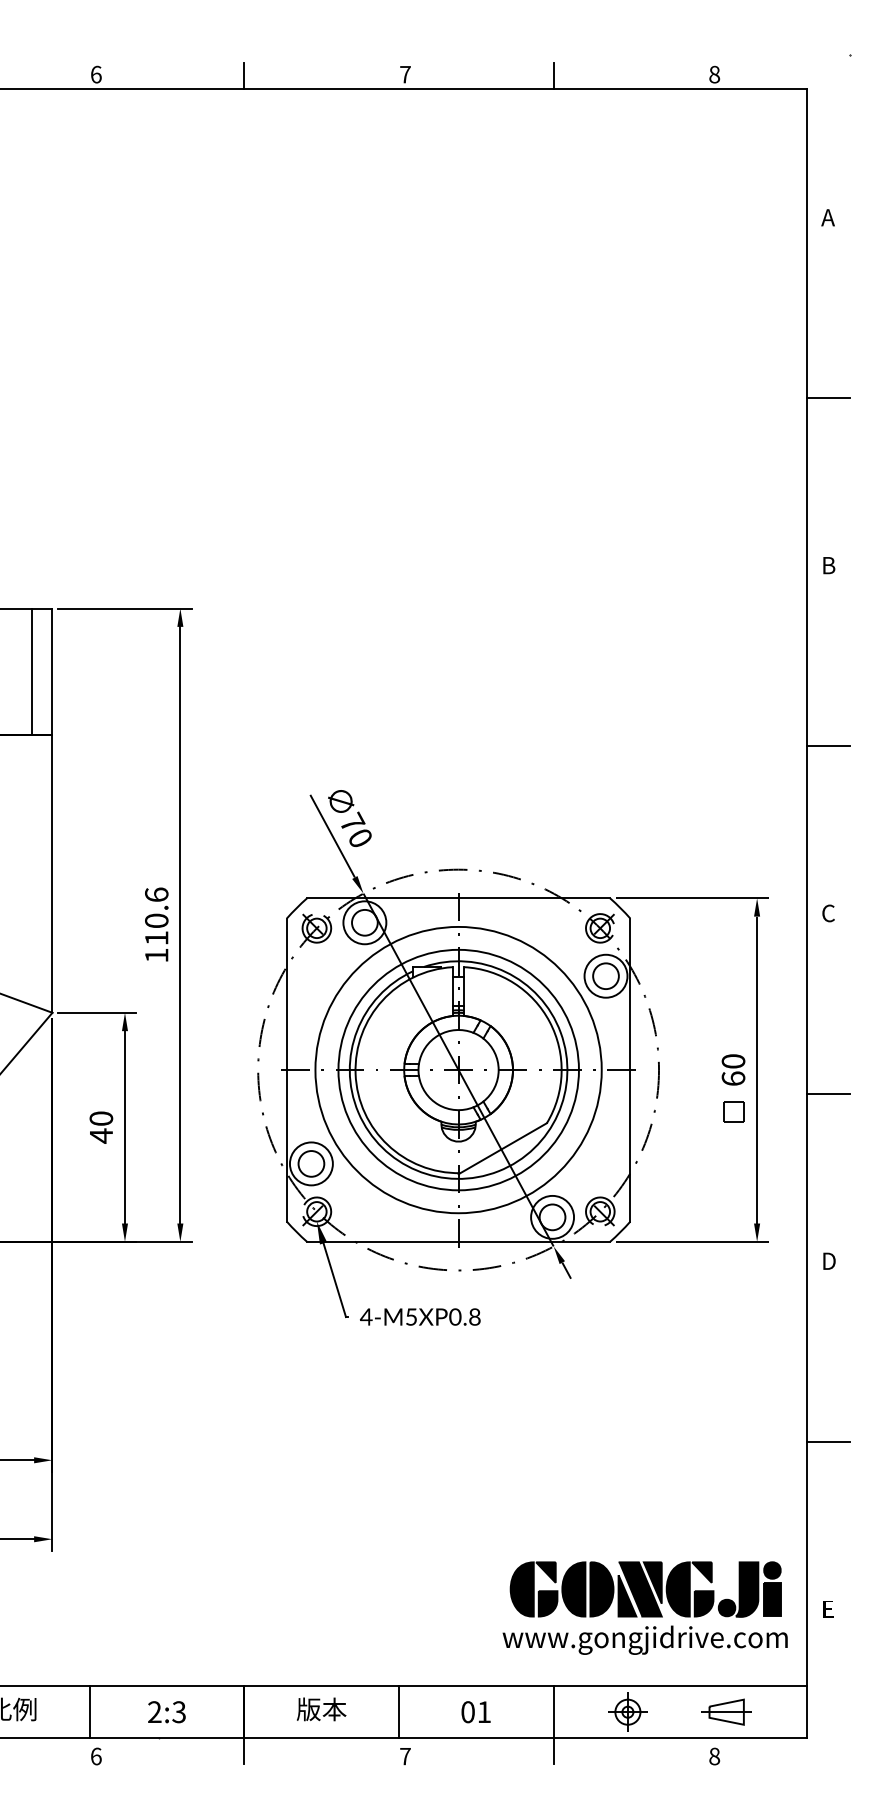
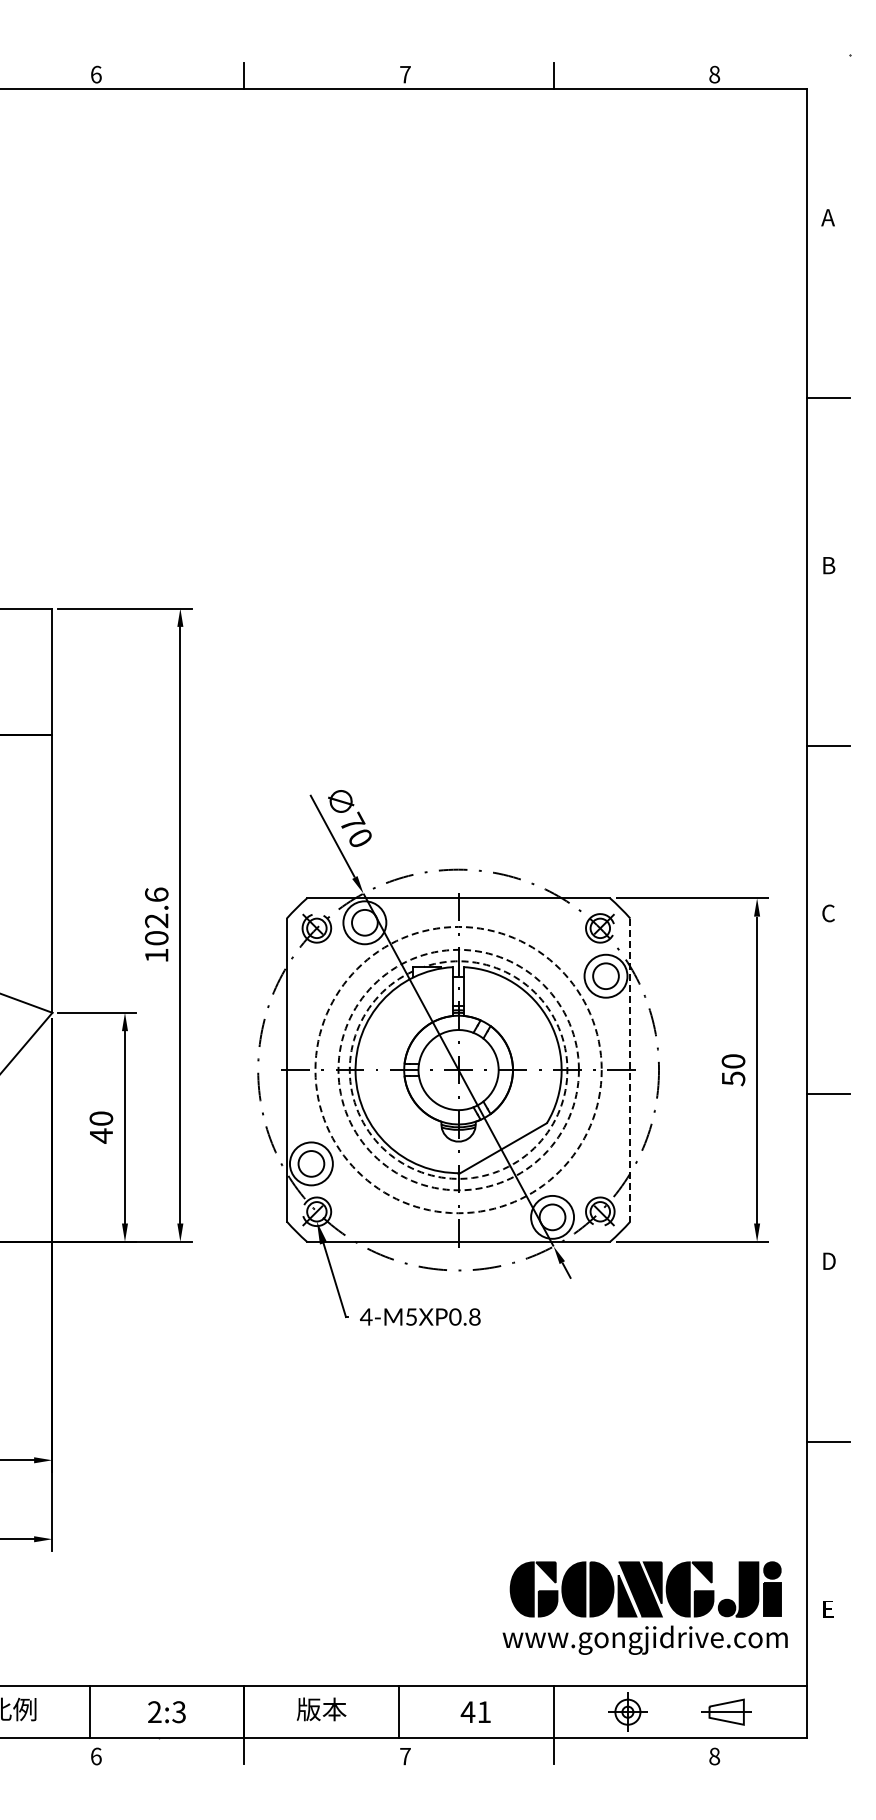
line at (32, 671): present -> none
text at (156, 929): 110.6 -> 102.6
circle at (458, 1069): solid -> dashed
circle at (458, 1069): solid -> dashed
line at (630, 1070): solid -> dashed
text at (733, 1078): 60 -> 50
part at (733, 1111): present -> none
arc at (498, 1171): solid -> dashed
text at (467, 1712): 01 -> 41
